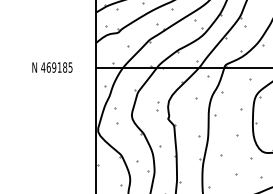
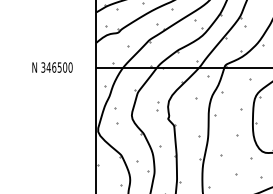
text at (56, 67): 469185 -> 346500
